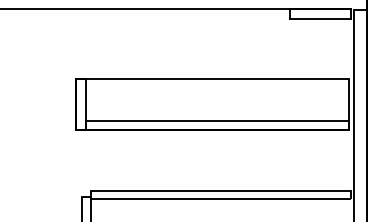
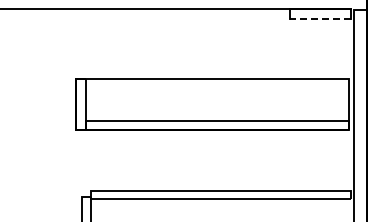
line at (320, 18): solid -> dashed
